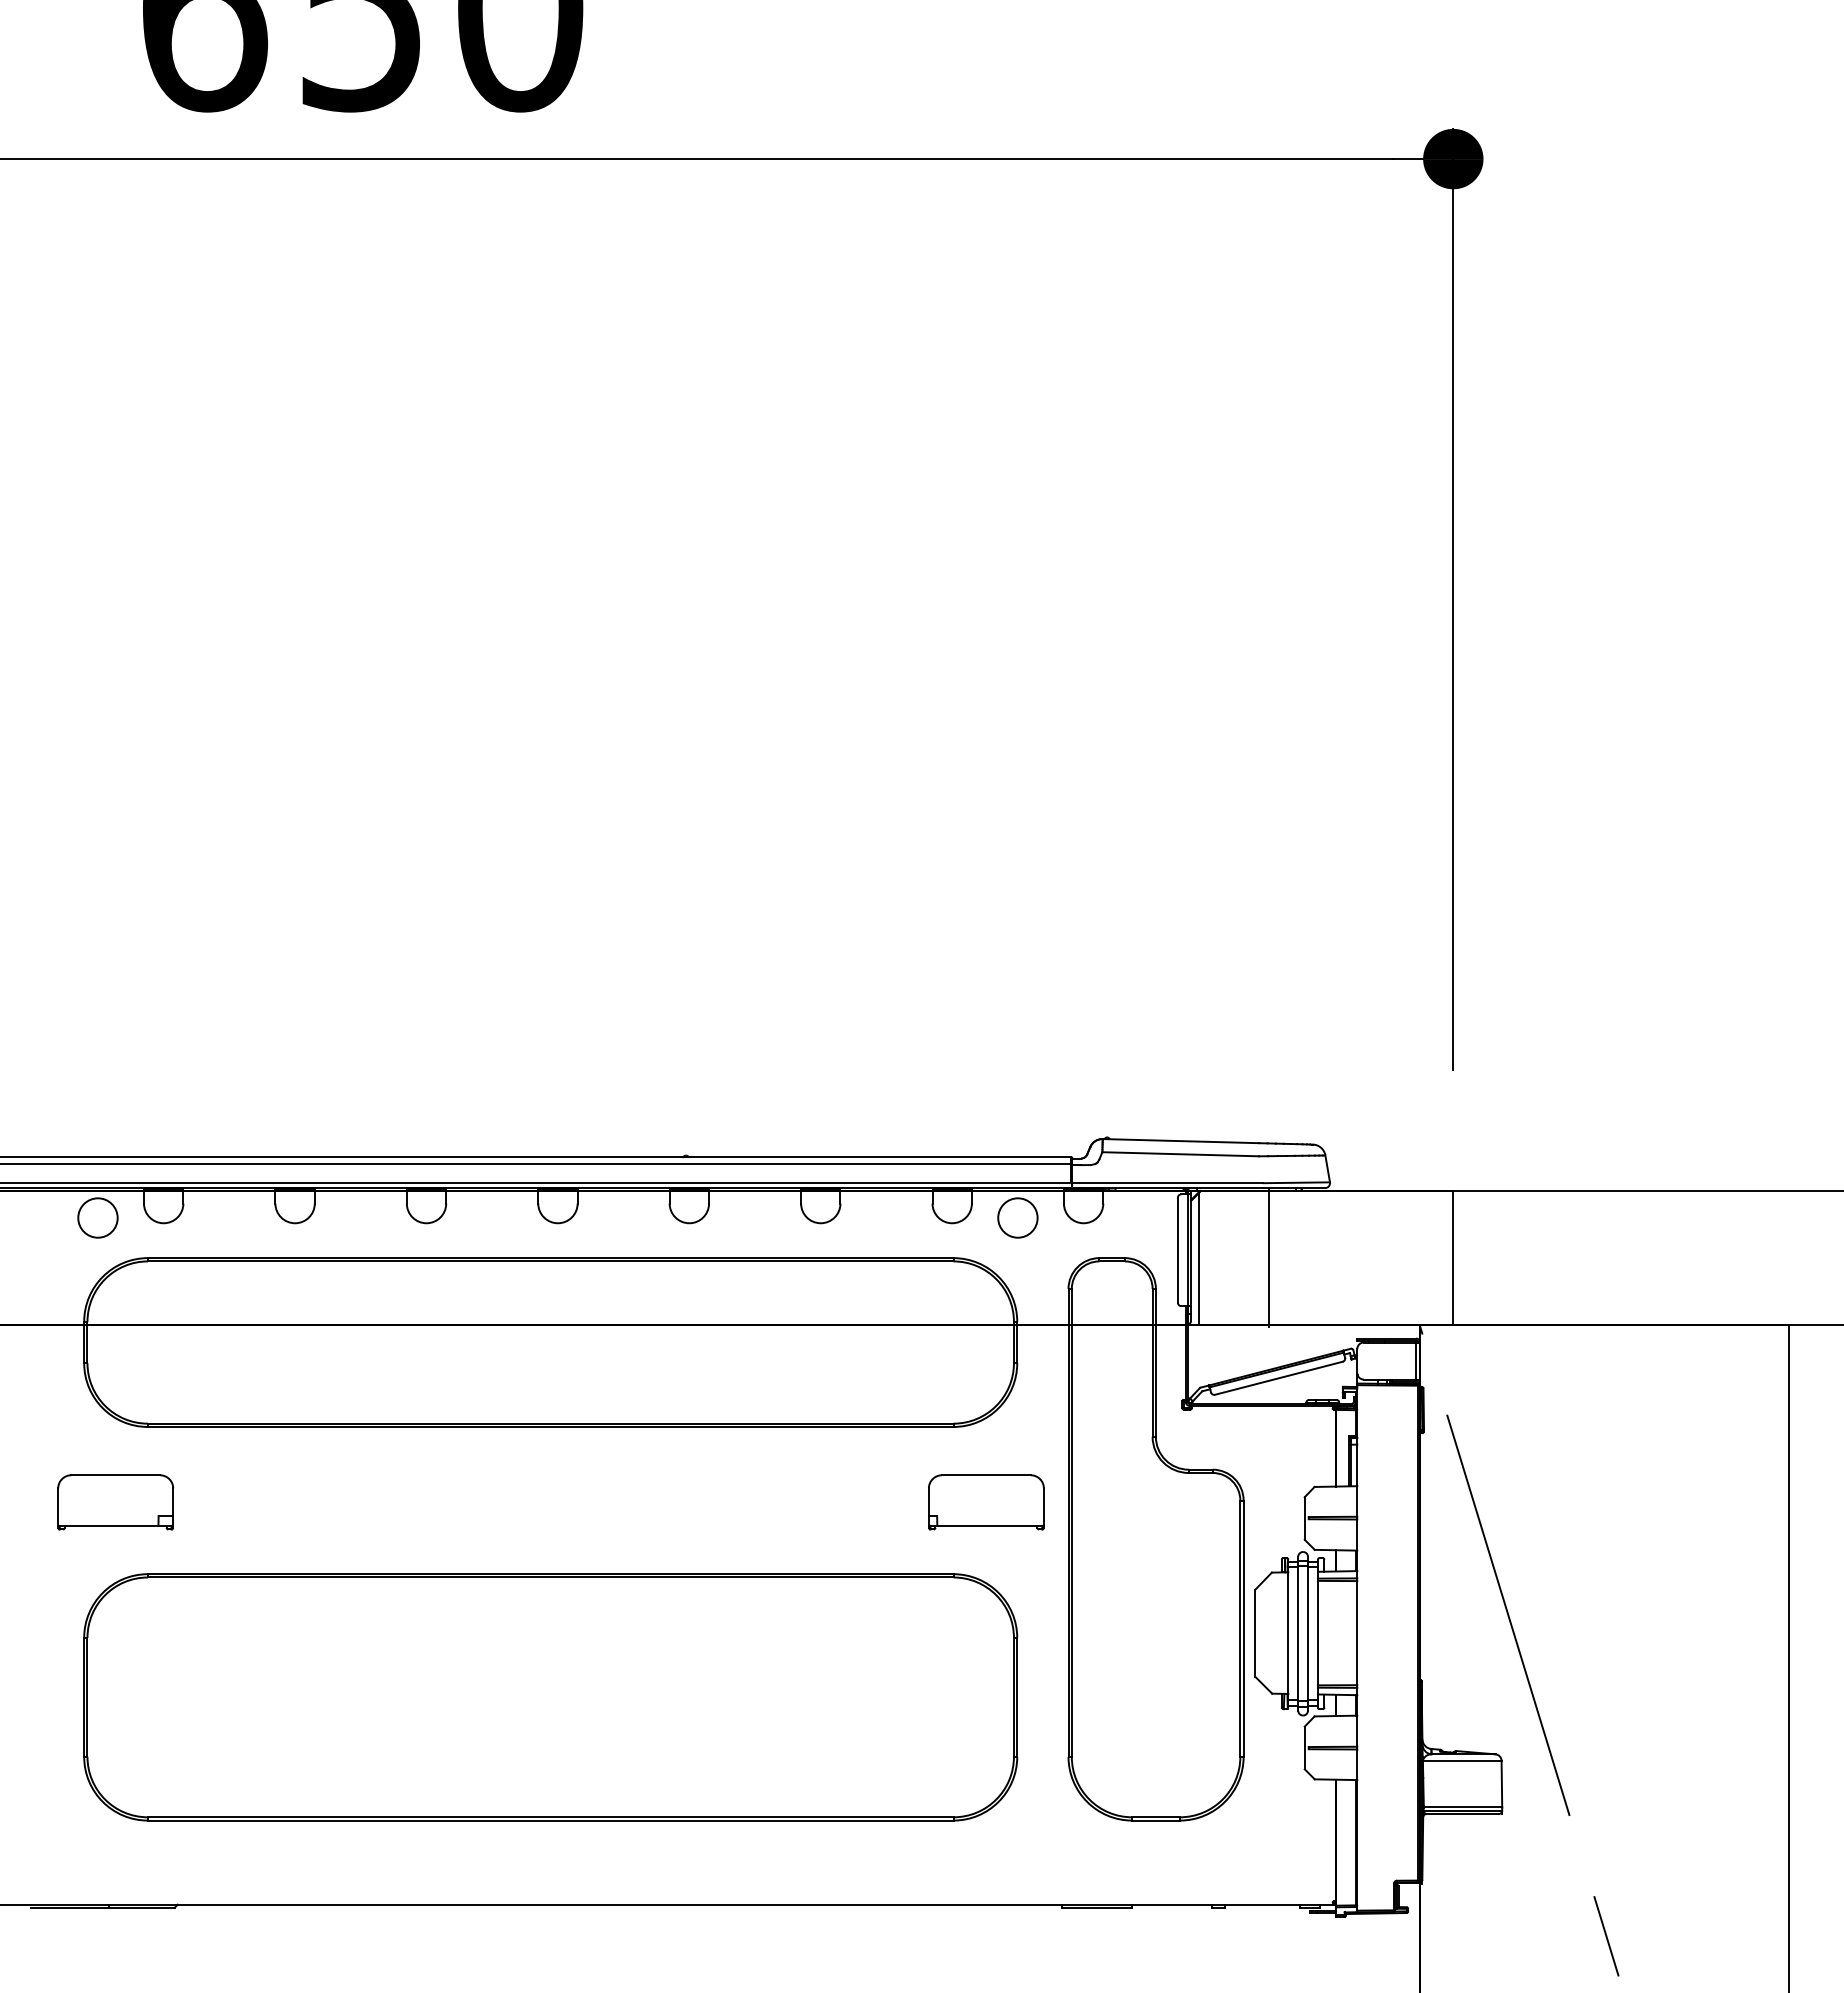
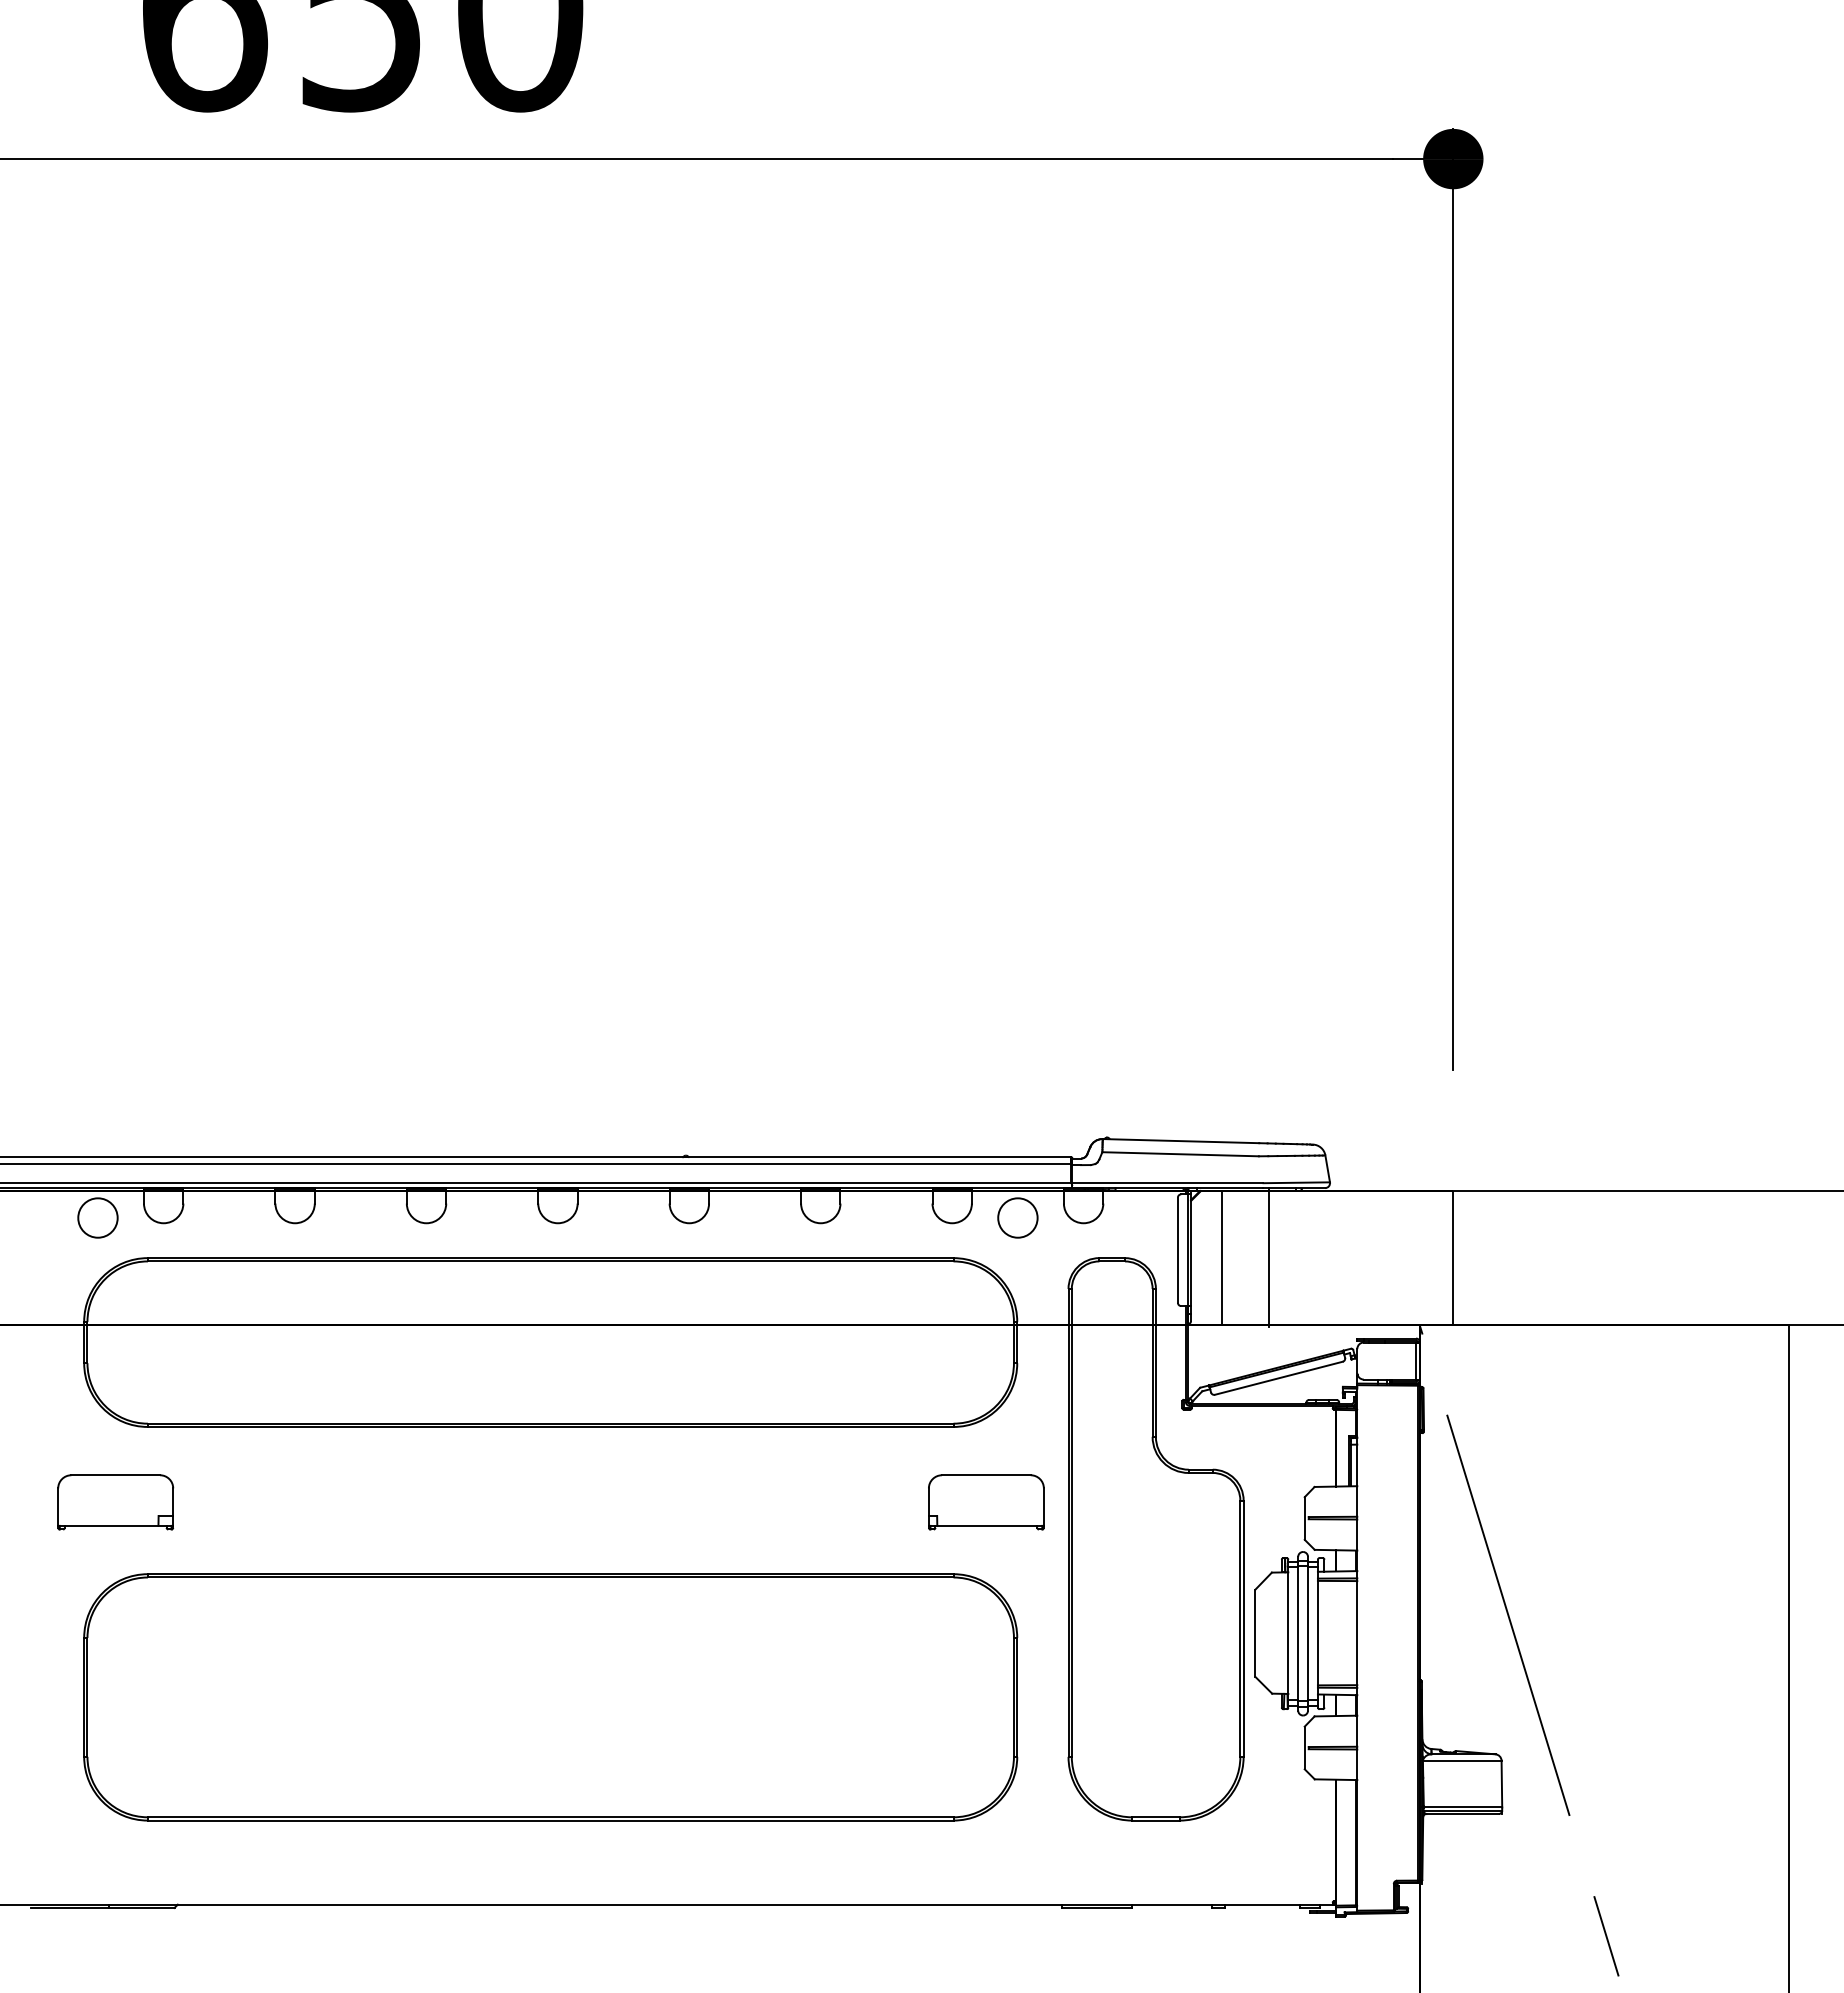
line at (1198, 1258) position: (1198, 1258) -> (1221, 1258)
